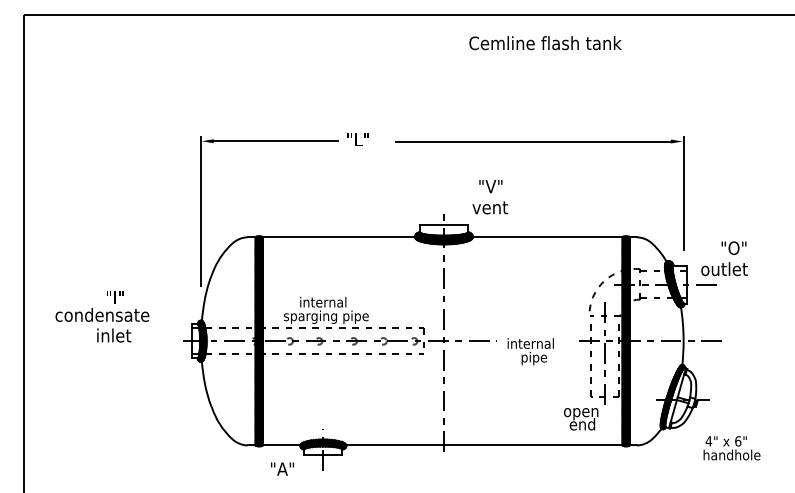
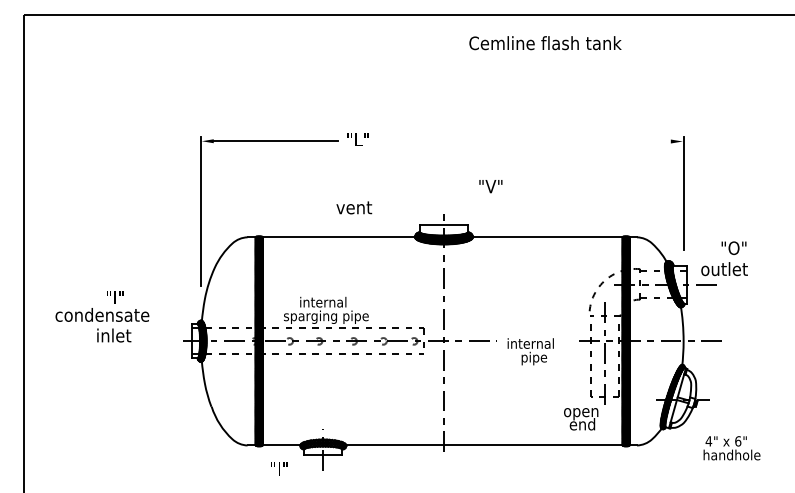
line at (533, 141): present -> none
text at (490, 207) position: (490, 207) -> (354, 207)
text at (282, 468): "A" -> "I"
